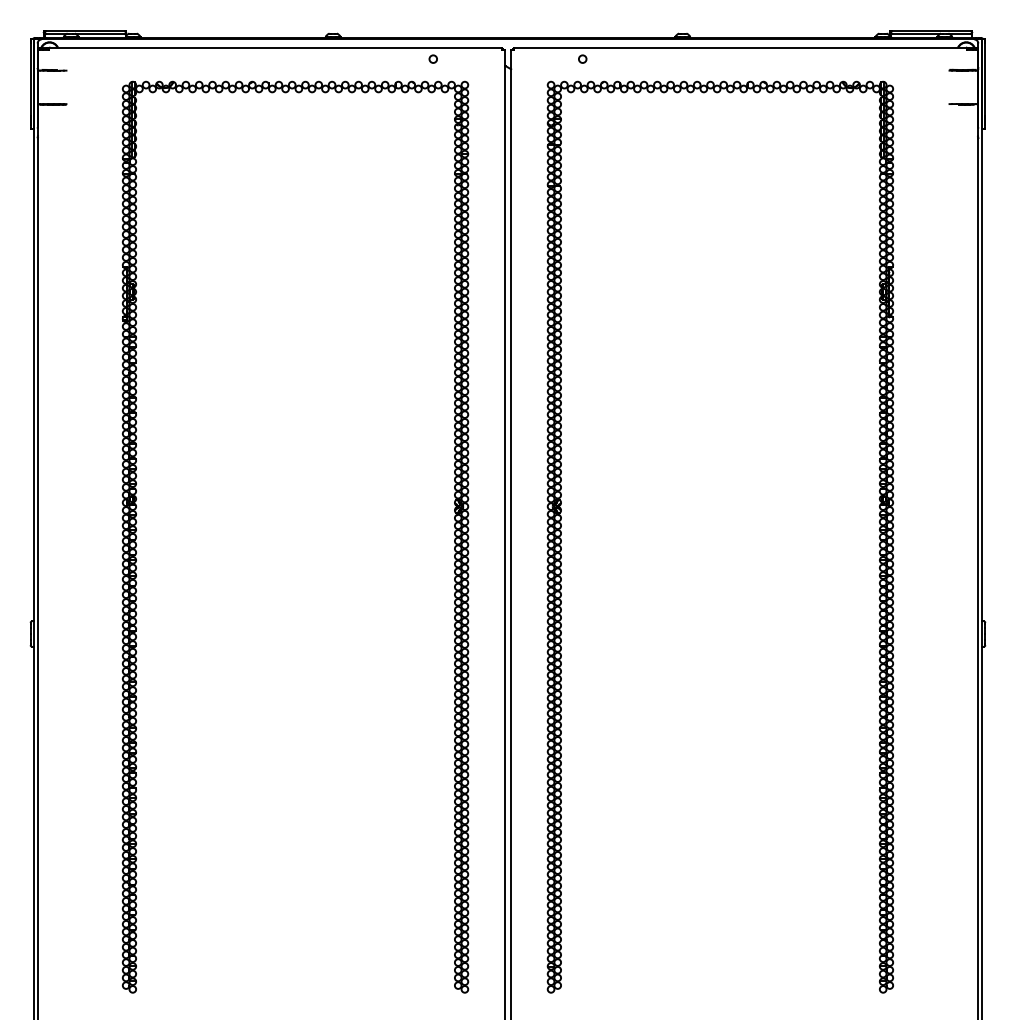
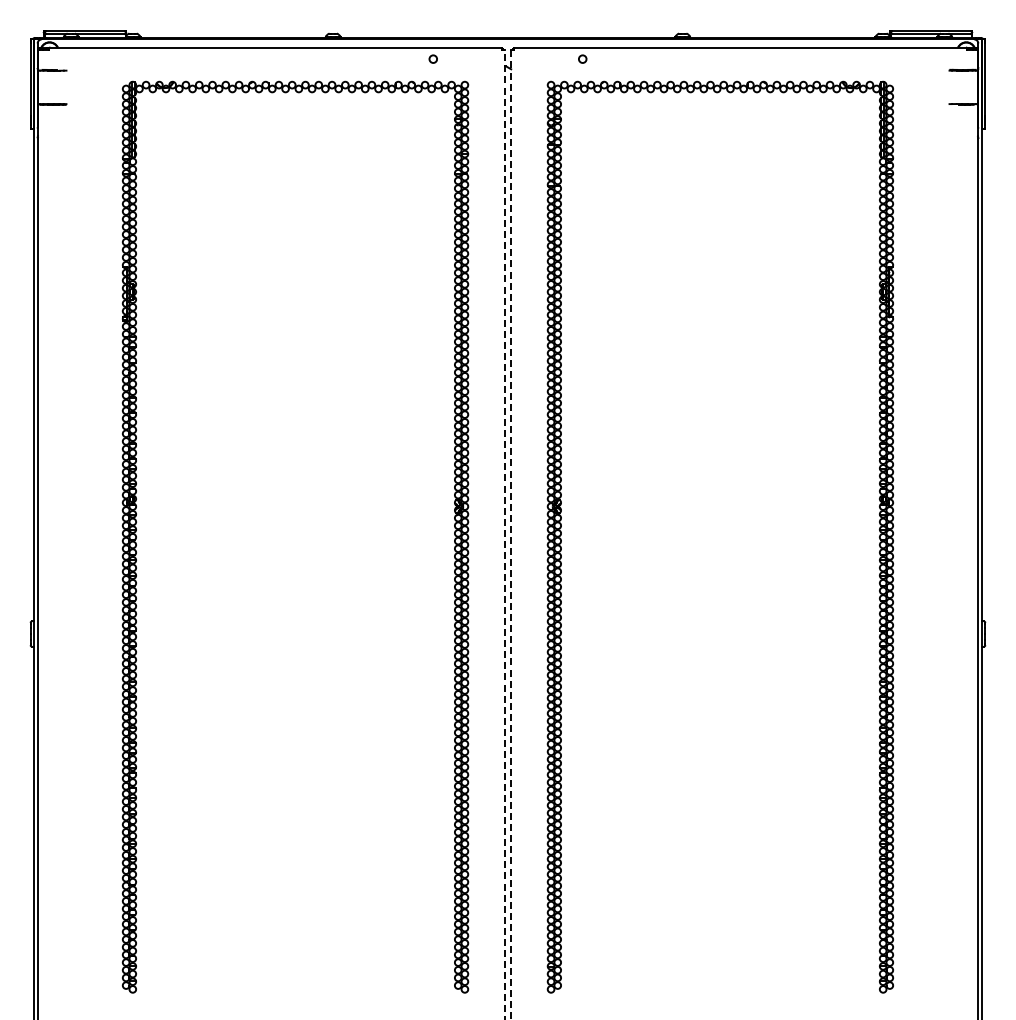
line at (504, 534): solid -> dashed
line at (511, 535): solid -> dashed
